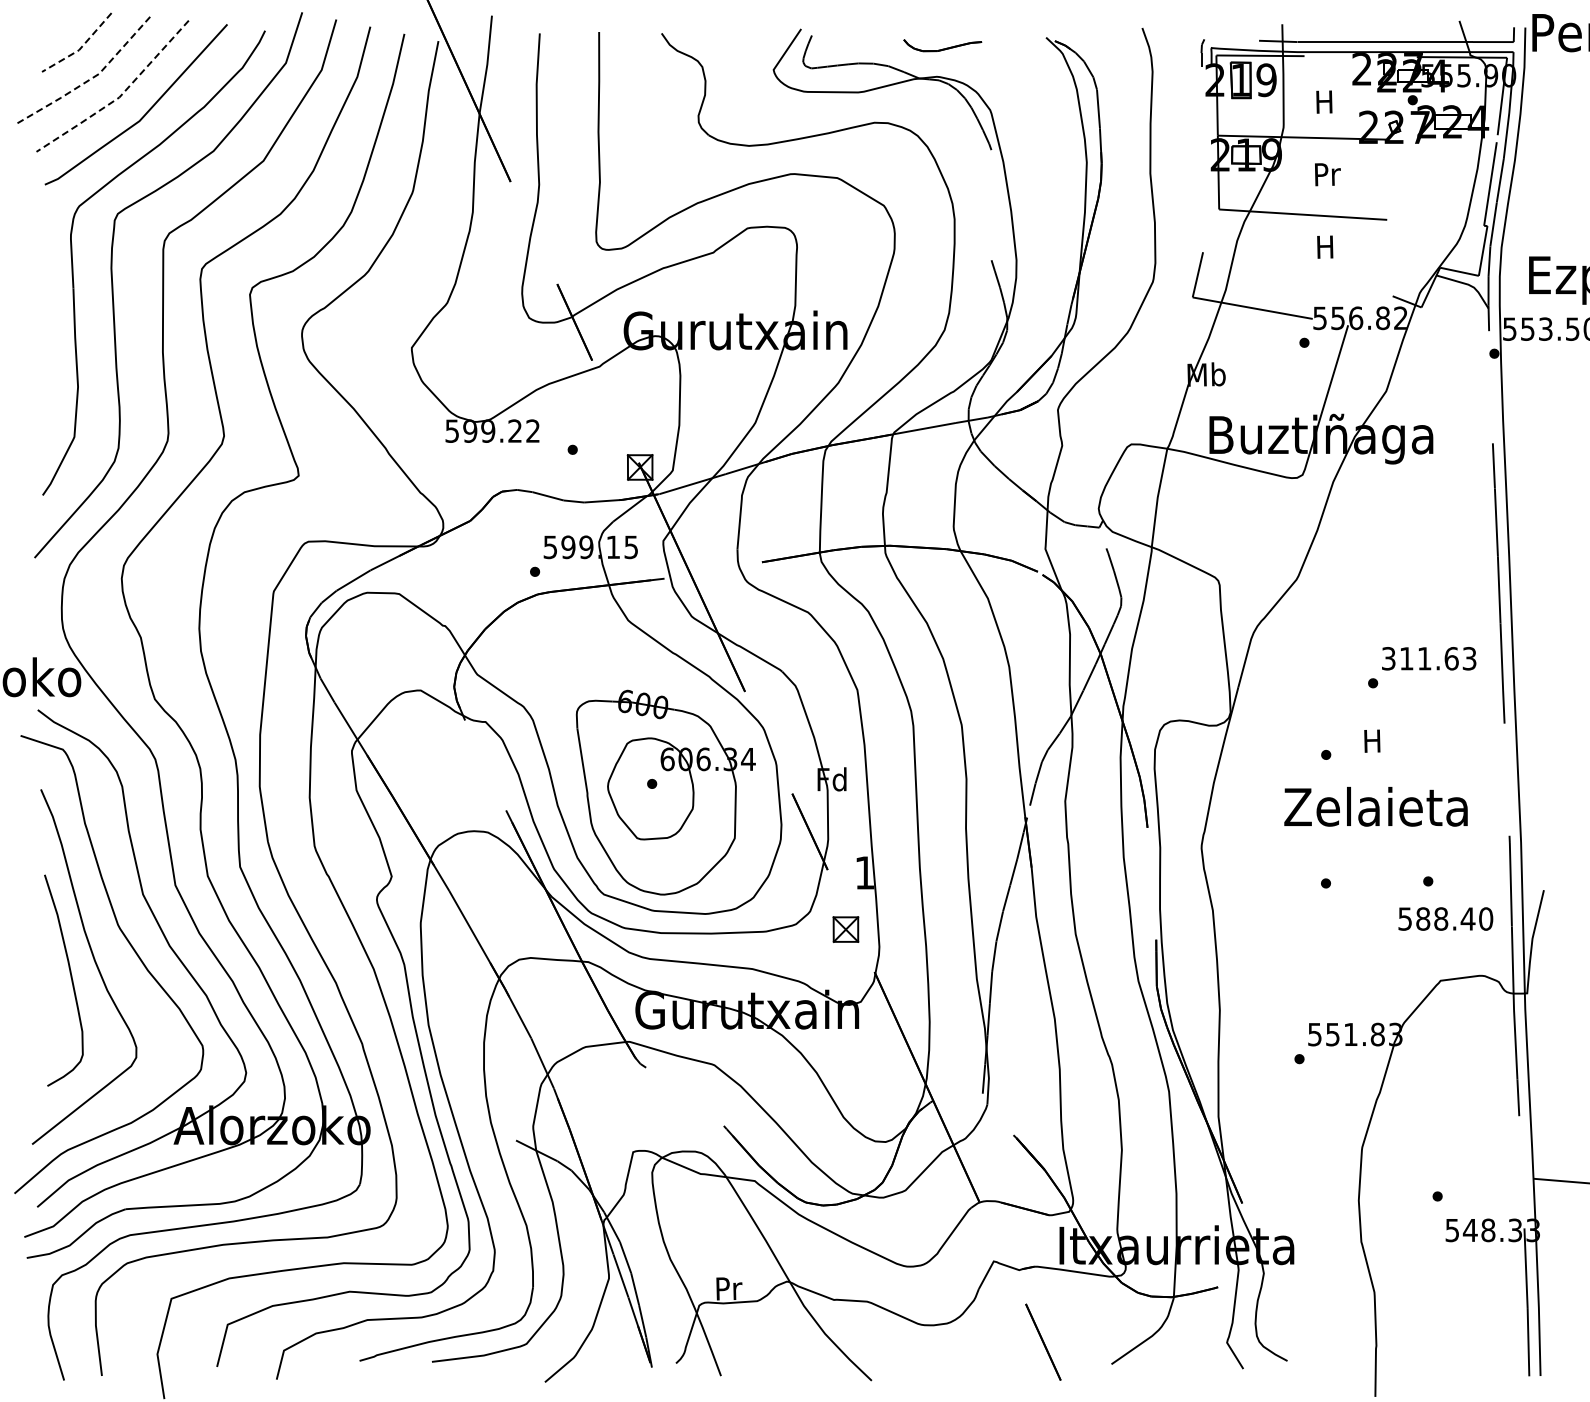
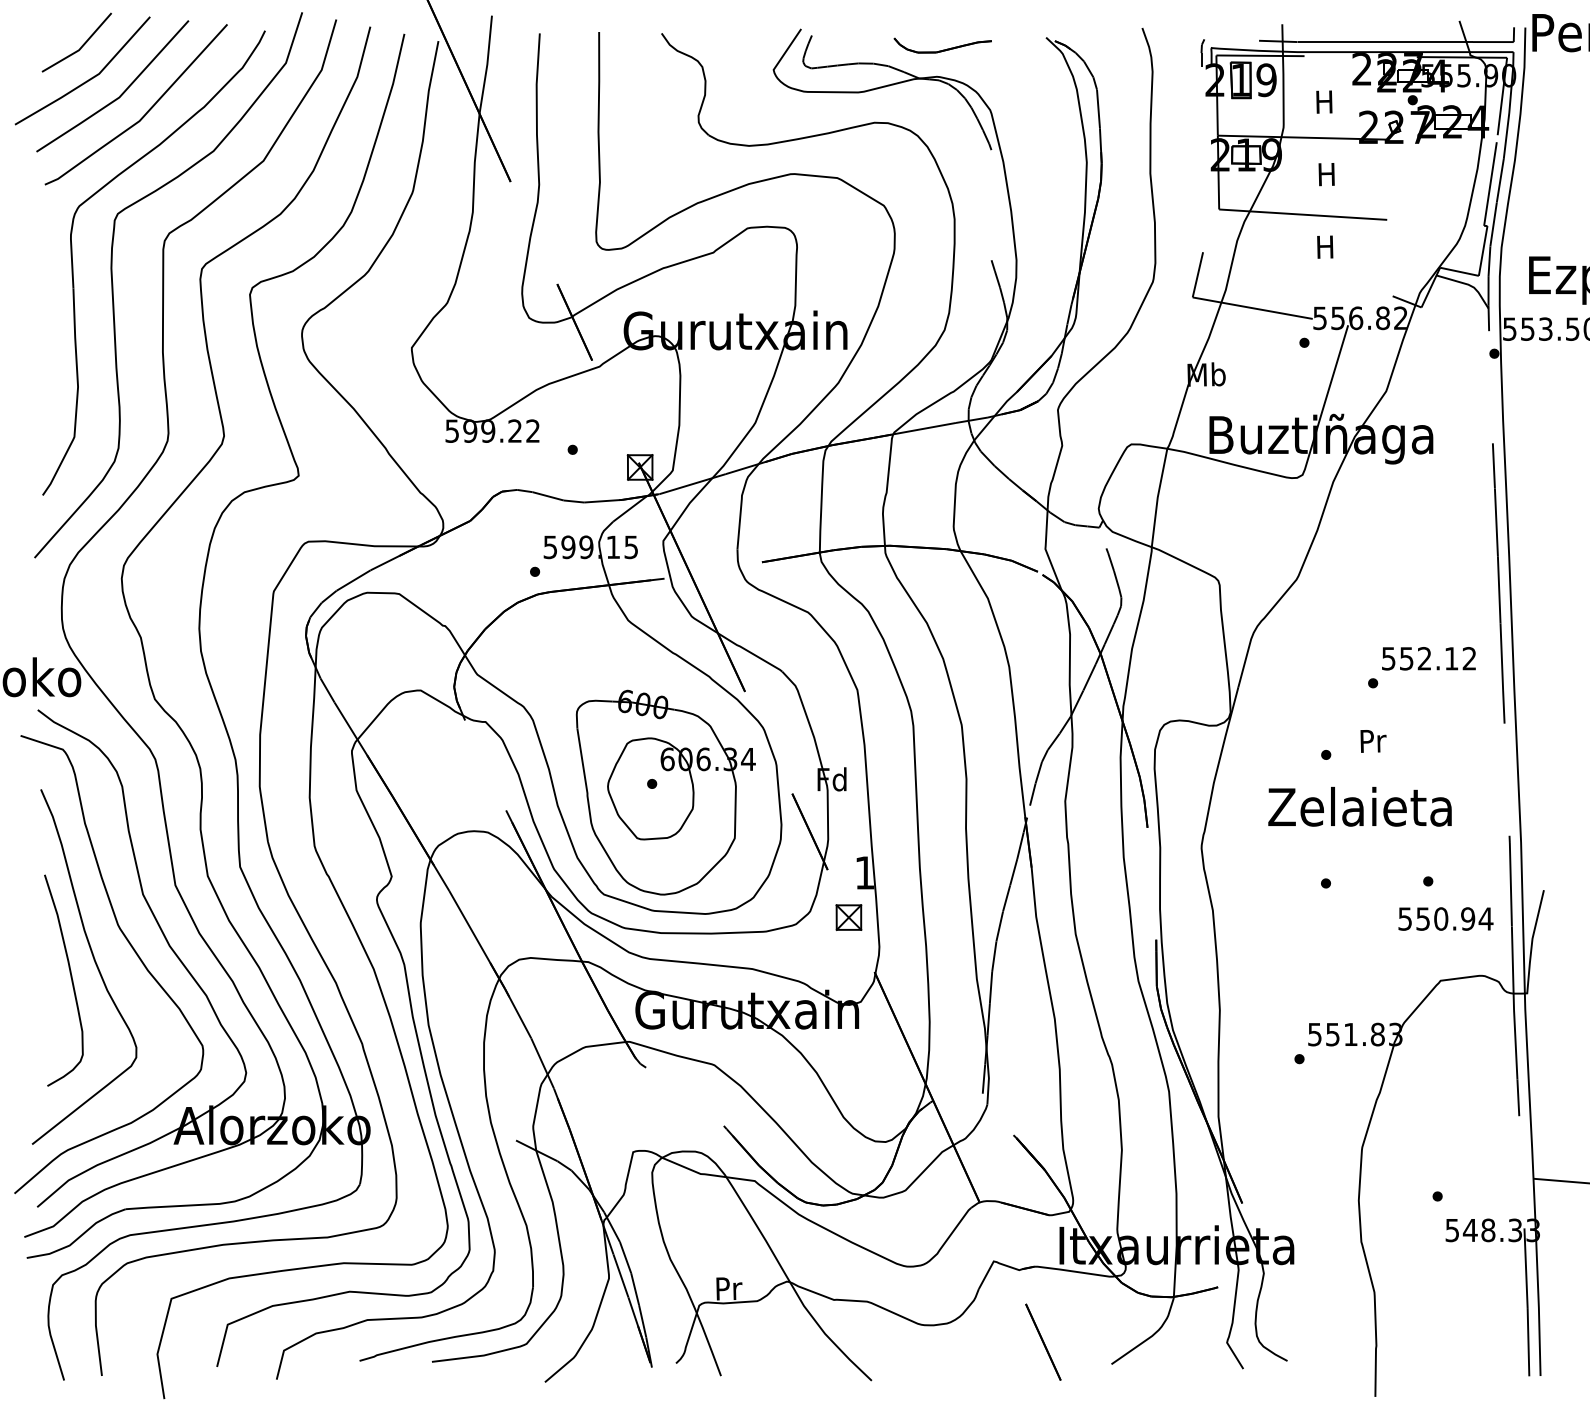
part at (942, 45) size: 80x14 px -> 99x17 px
line at (80, 48): dashed -> solid
line at (89, 79): dashed -> solid
line at (120, 96): dashed -> solid
text at (1327, 174): Pr -> H
text at (1429, 658): 311.63 -> 552.12
text at (1373, 740): H -> Pr
text at (1375, 806) position: (1375, 806) -> (1359, 806)
text at (1454, 918): 588.40 -> 550.94
part at (845, 929) position: (845, 929) -> (848, 917)
